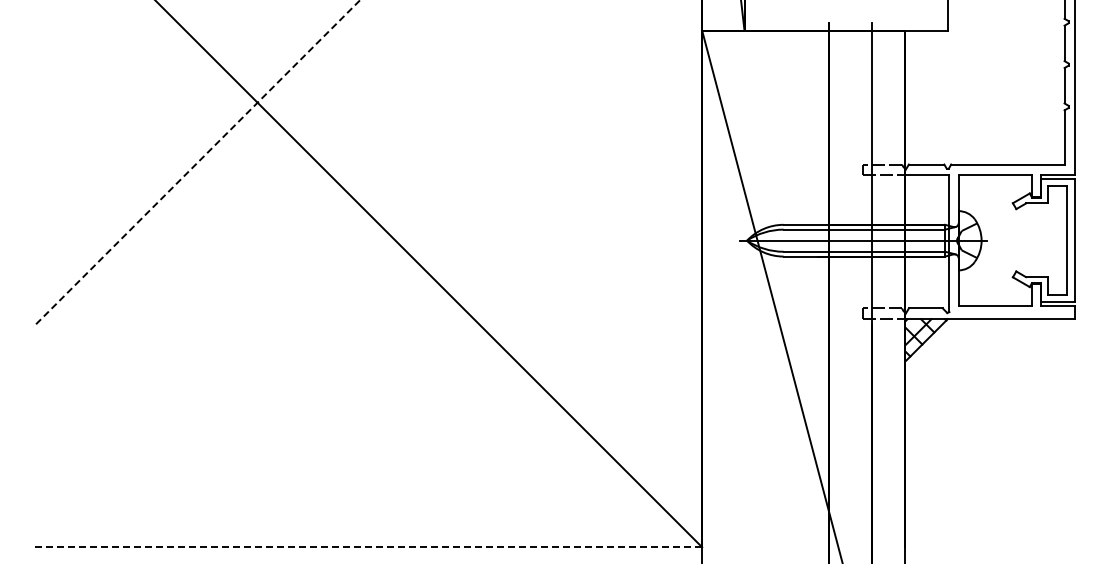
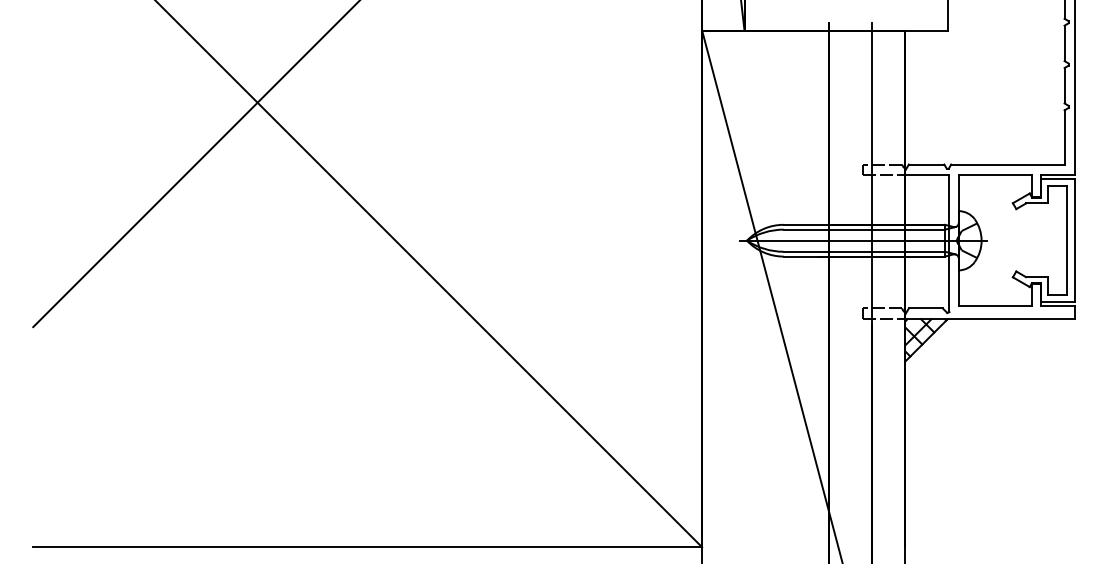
line at (196, 163): dashed -> solid
line at (367, 547): dashed -> solid
